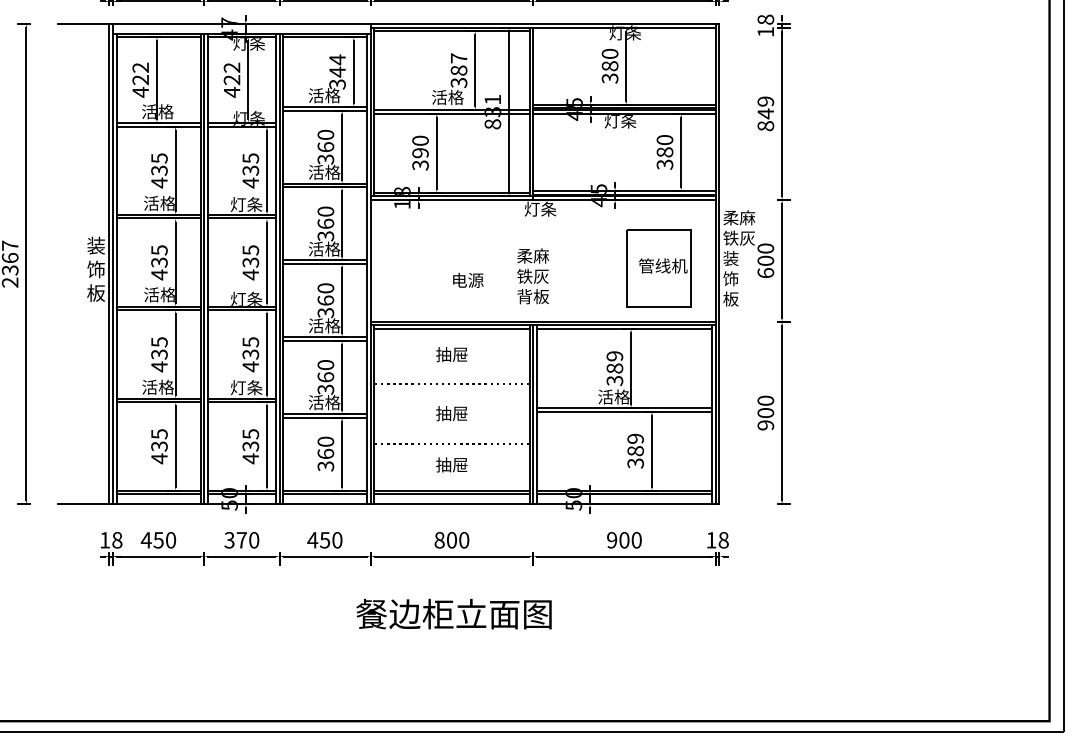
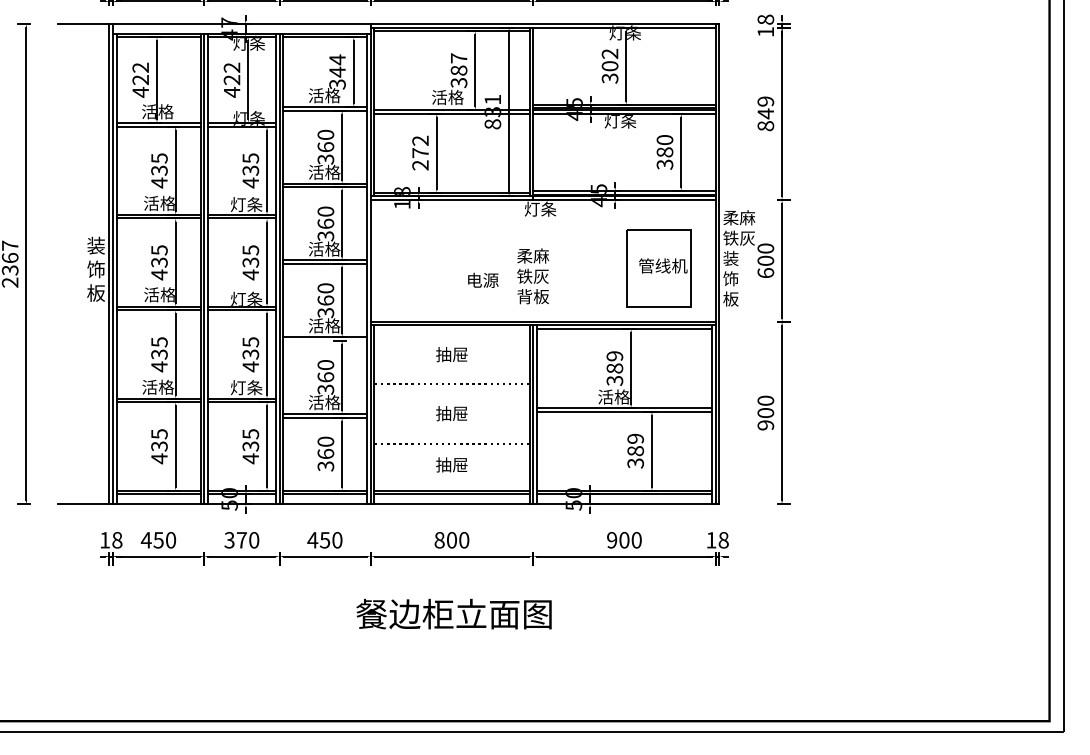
text at (609, 59): 380 -> 302
text at (420, 152): 390 -> 272
text at (468, 279) position: (468, 279) -> (483, 279)
line at (451, 329): present -> none
line at (325, 340): present -> none
